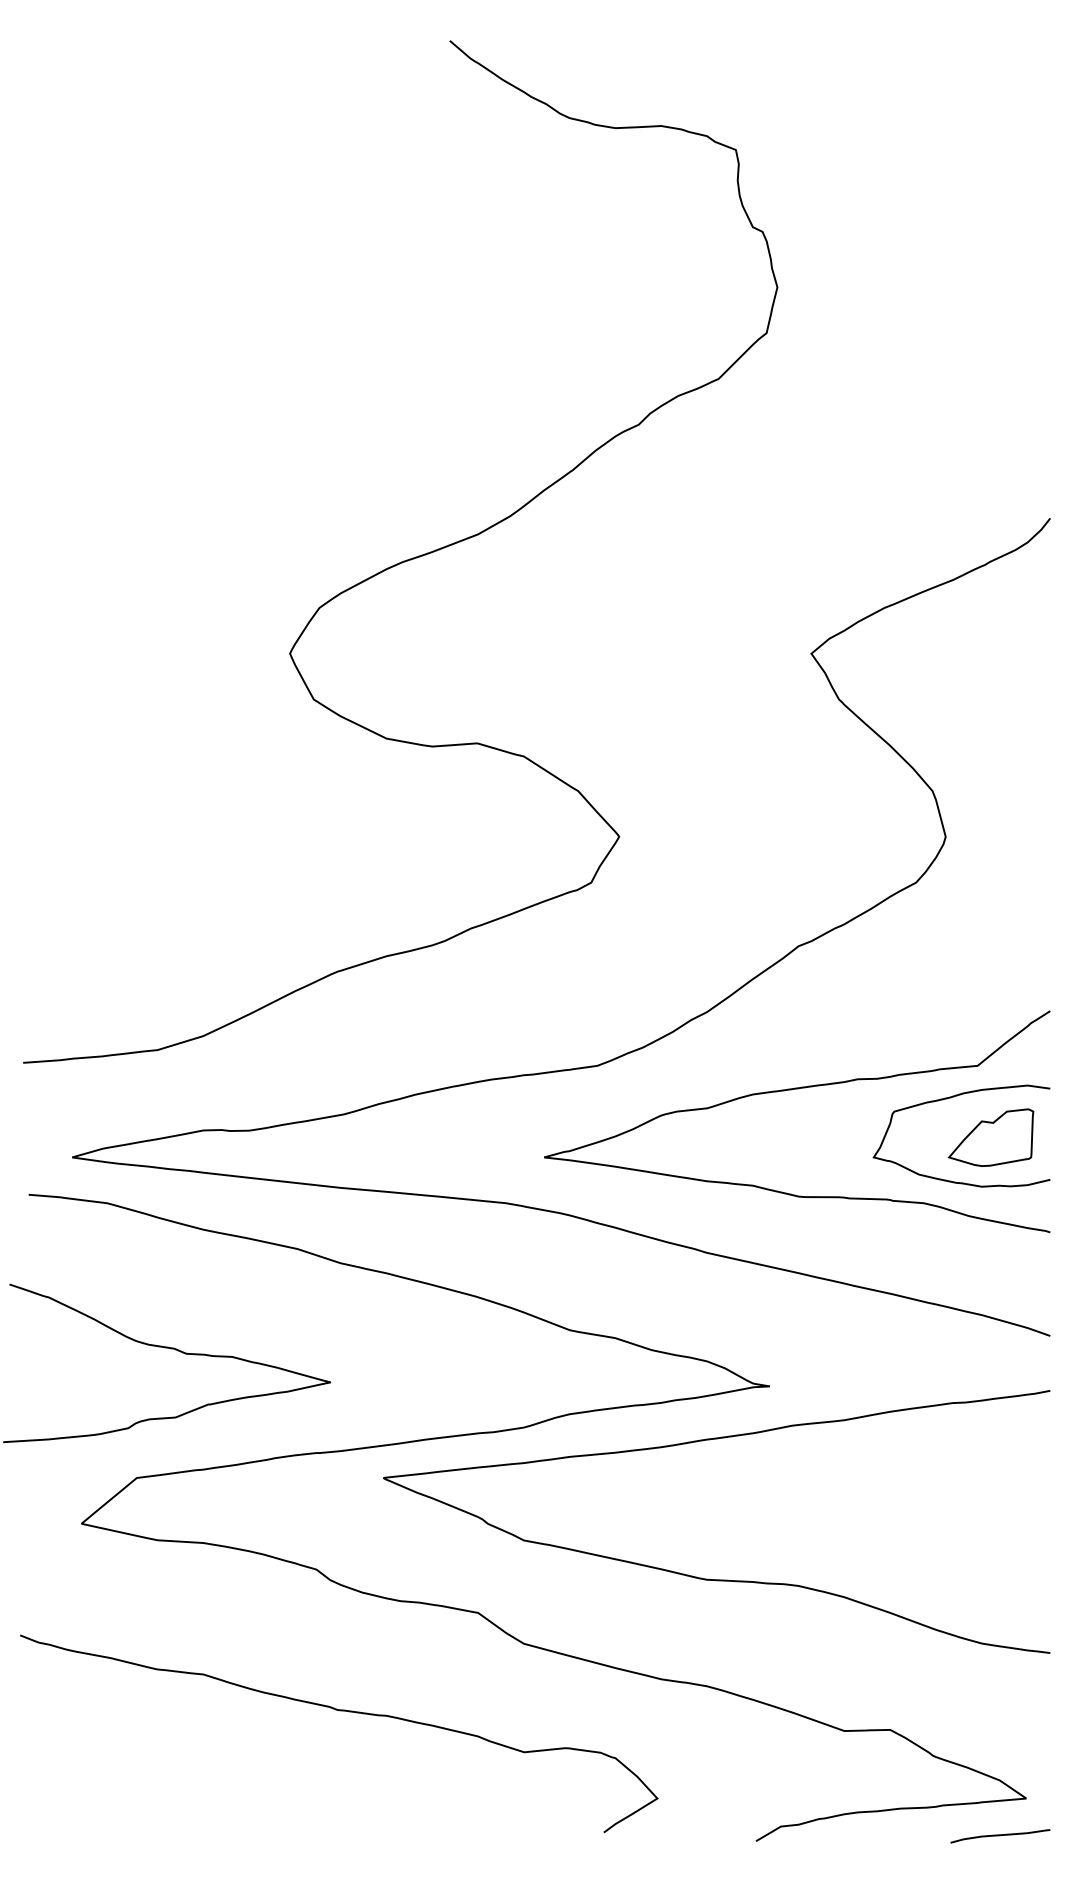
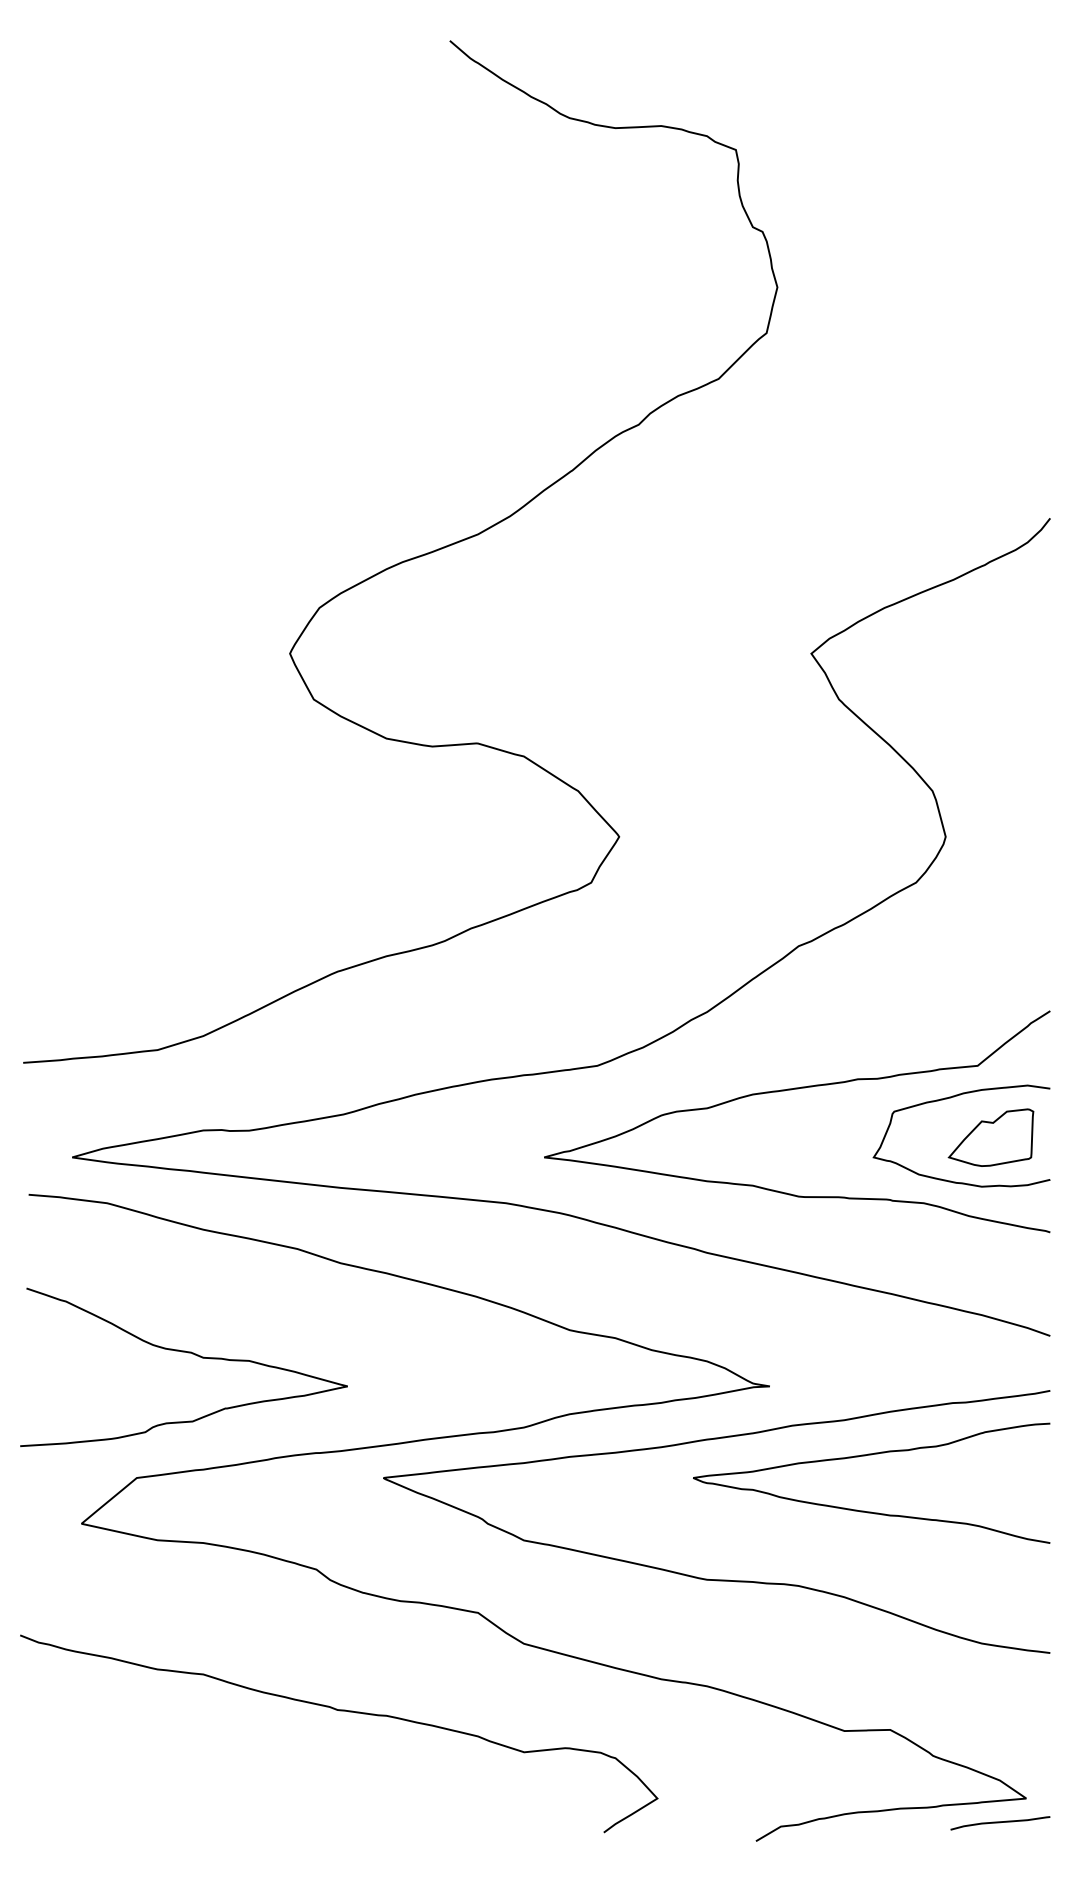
curve at (171, 1349) position: (171, 1349) -> (188, 1353)
curve at (865, 1456): none -> present
curve at (1000, 1836) position: (1000, 1836) -> (1000, 1823)
